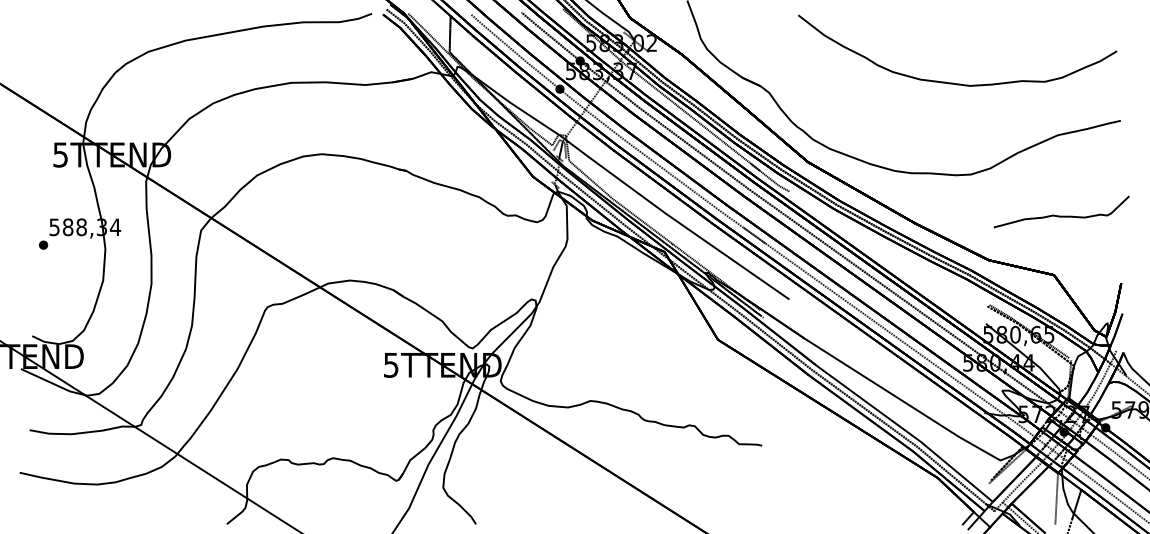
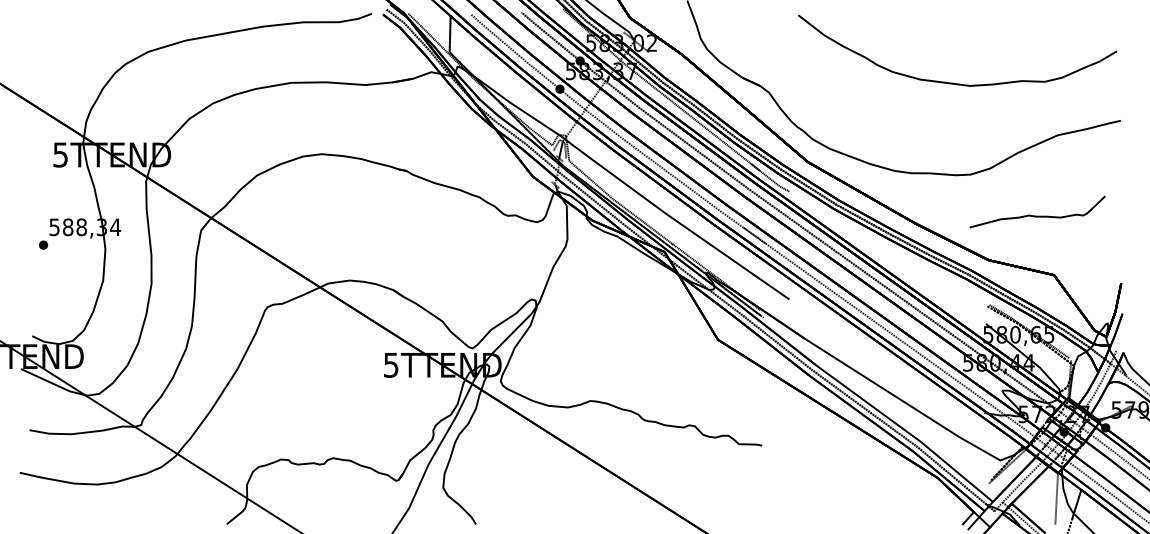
curve at (1061, 215) position: (1061, 215) -> (1037, 215)
